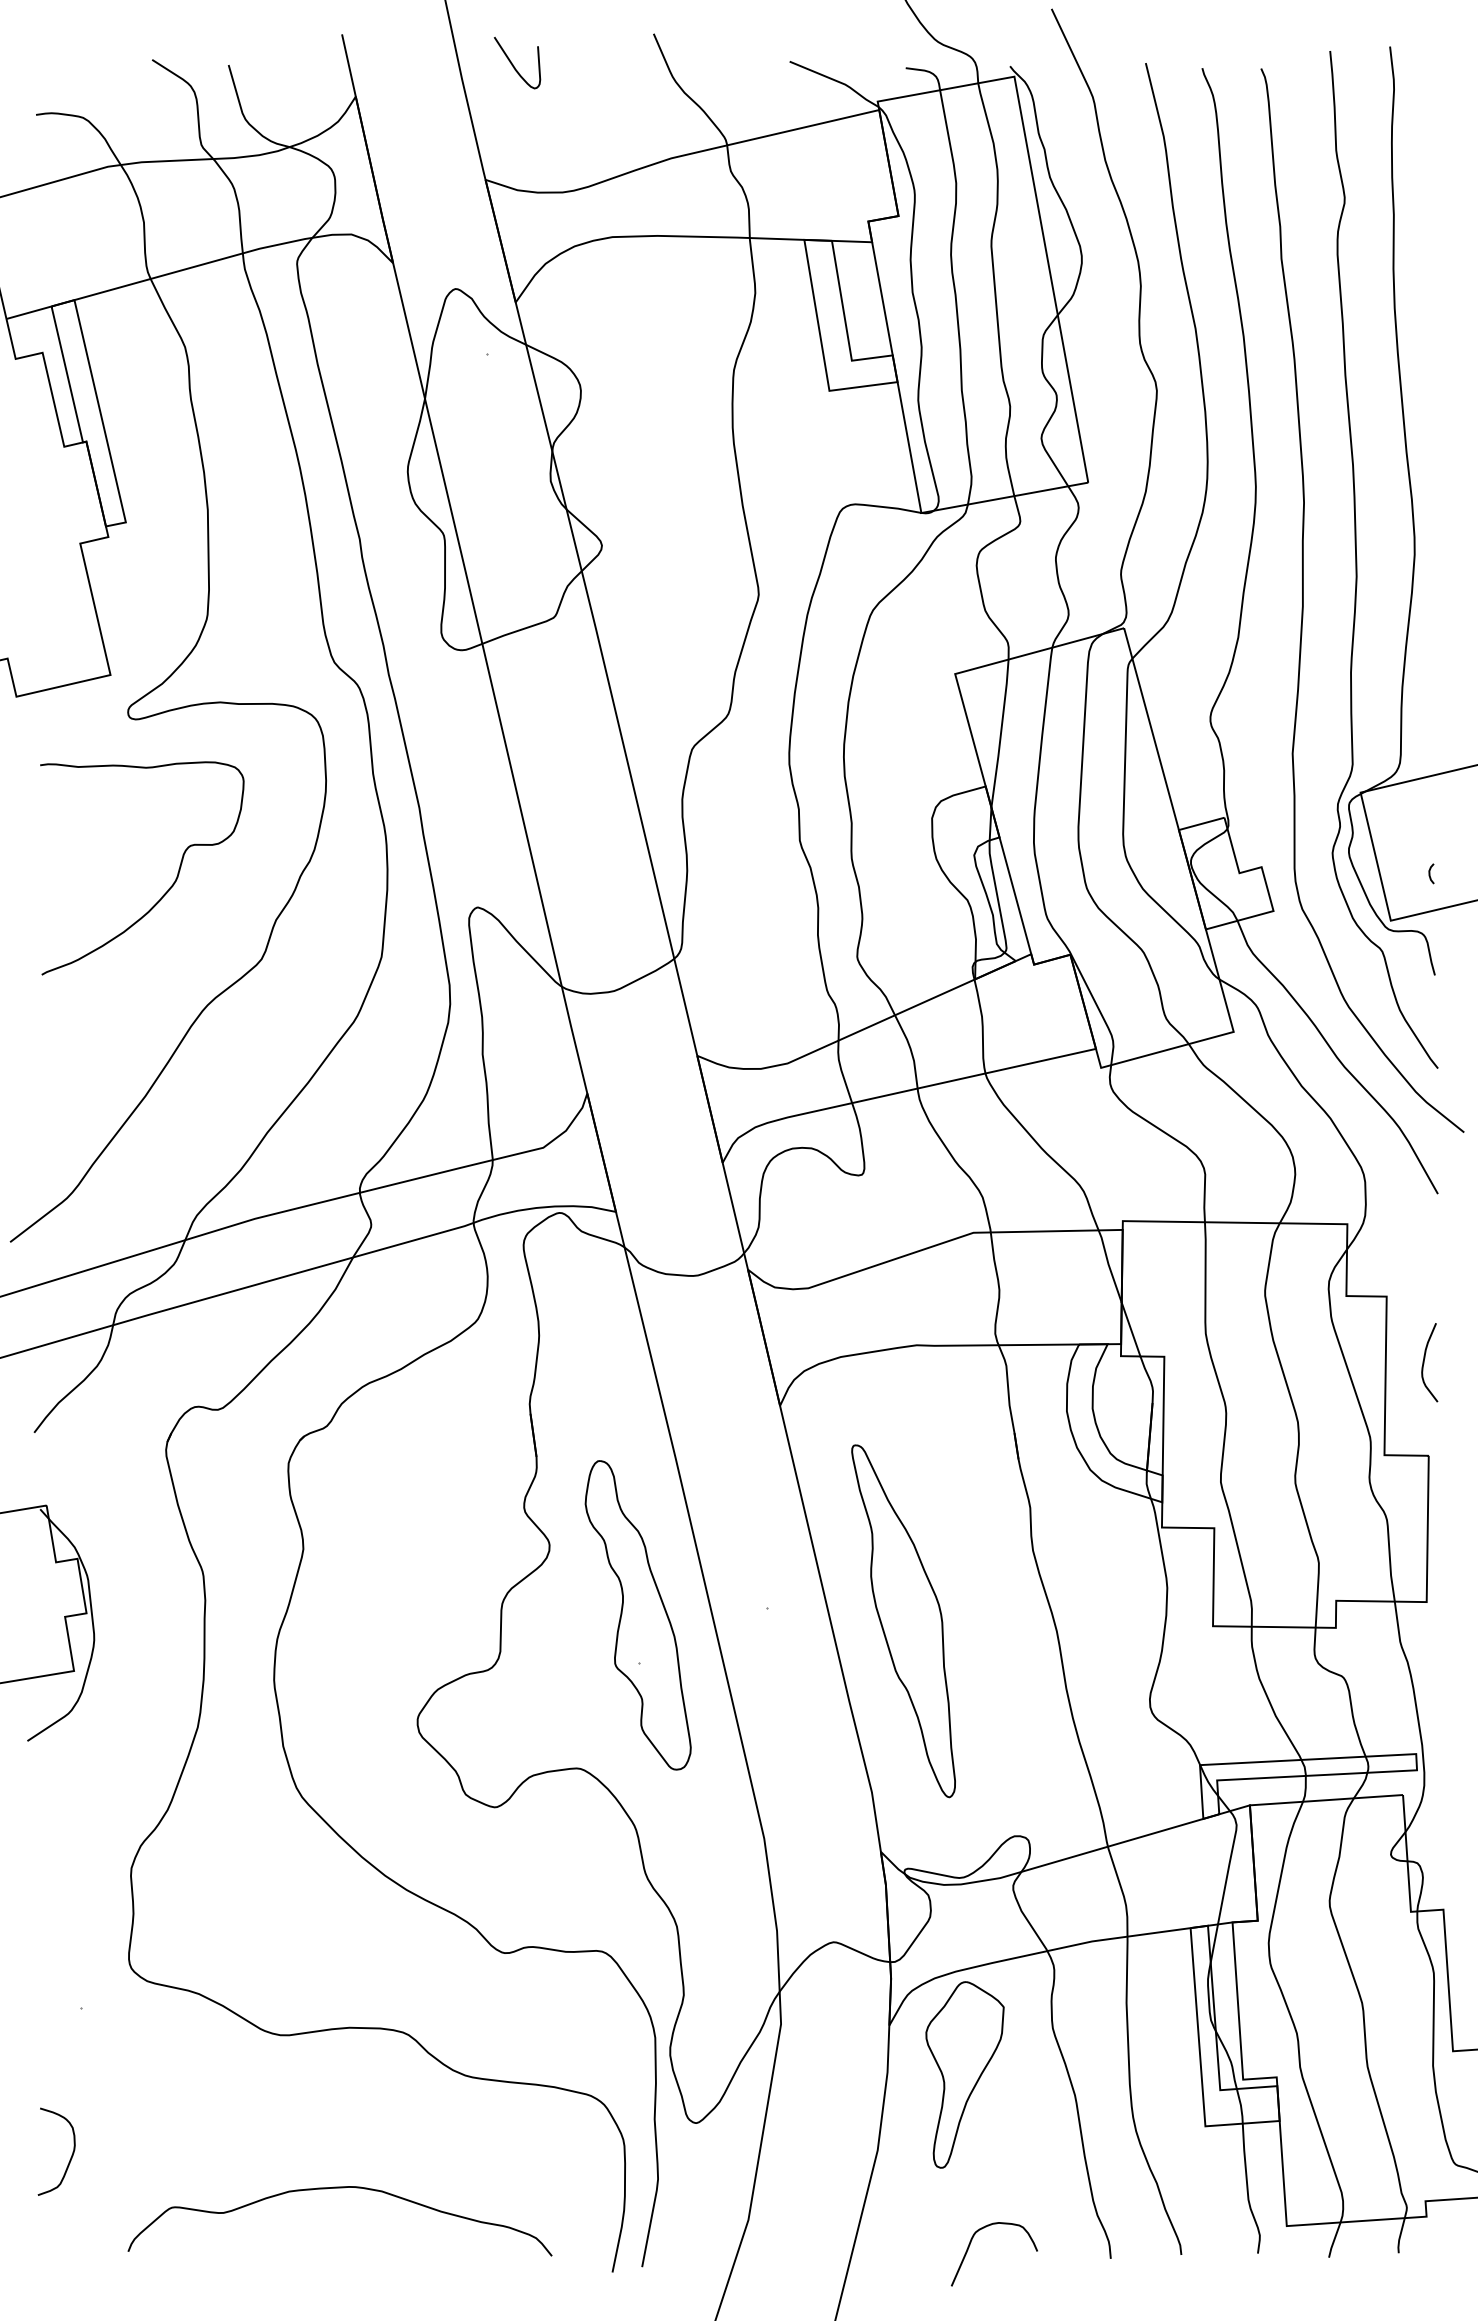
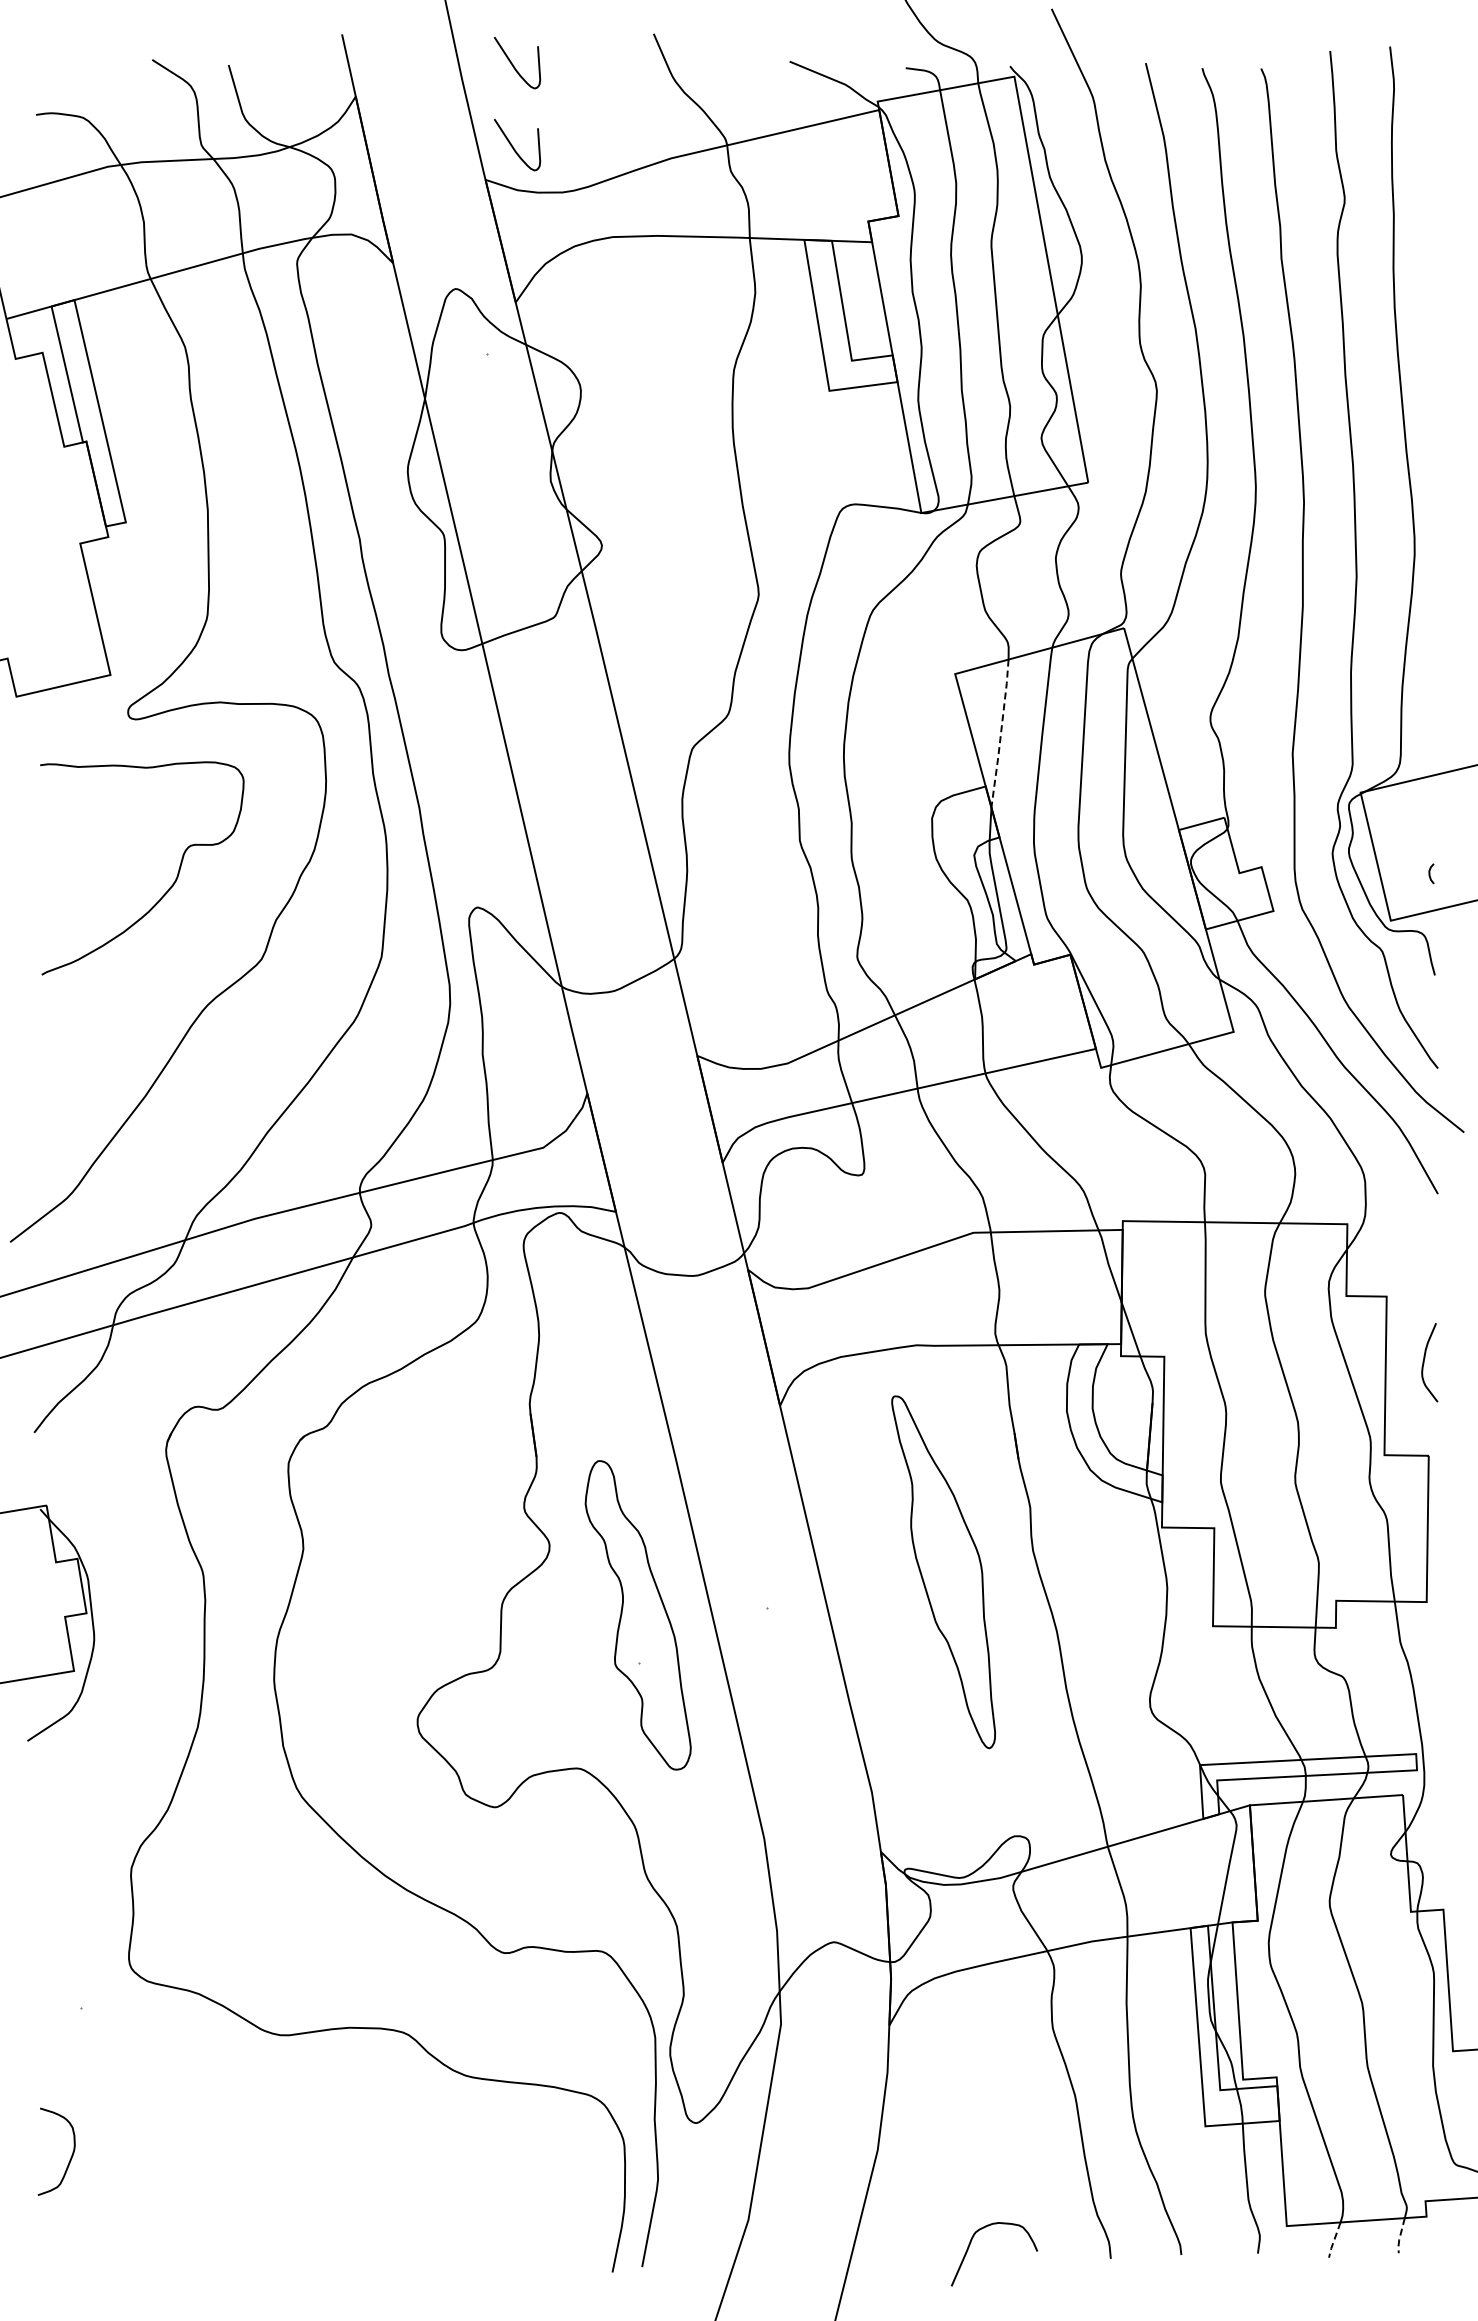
curve at (513, 146): none -> present
line at (1000, 733): solid -> dashed
part at (903, 1621) position: (903, 1621) -> (943, 1572)
part at (964, 2074): present -> none
curve at (339, 2188): present -> none
line at (1399, 2237): solid -> dashed
line at (1333, 2240): solid -> dashed
